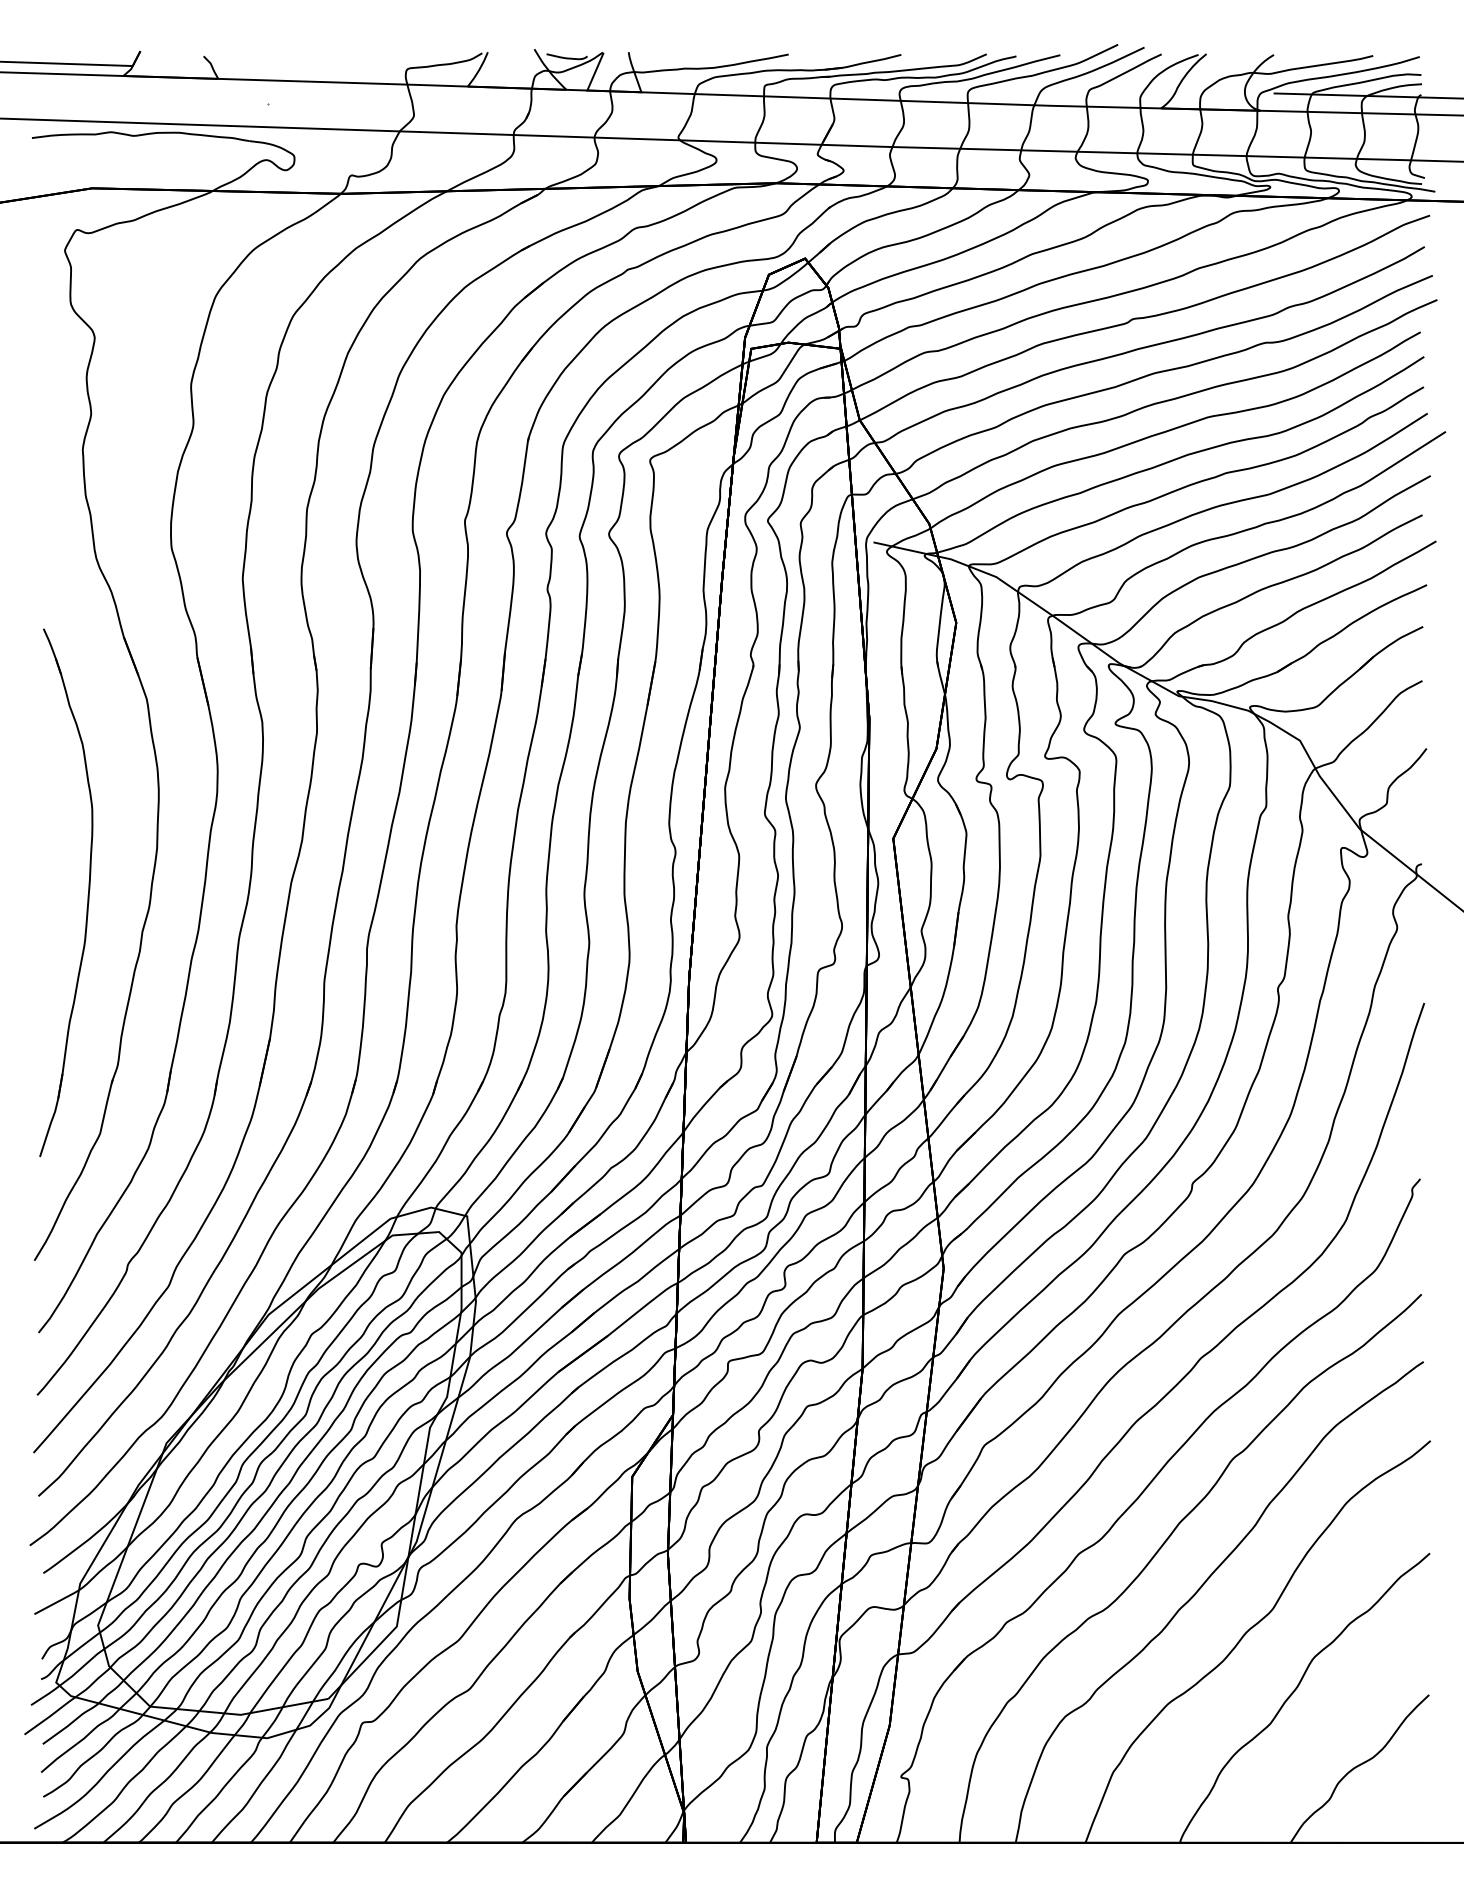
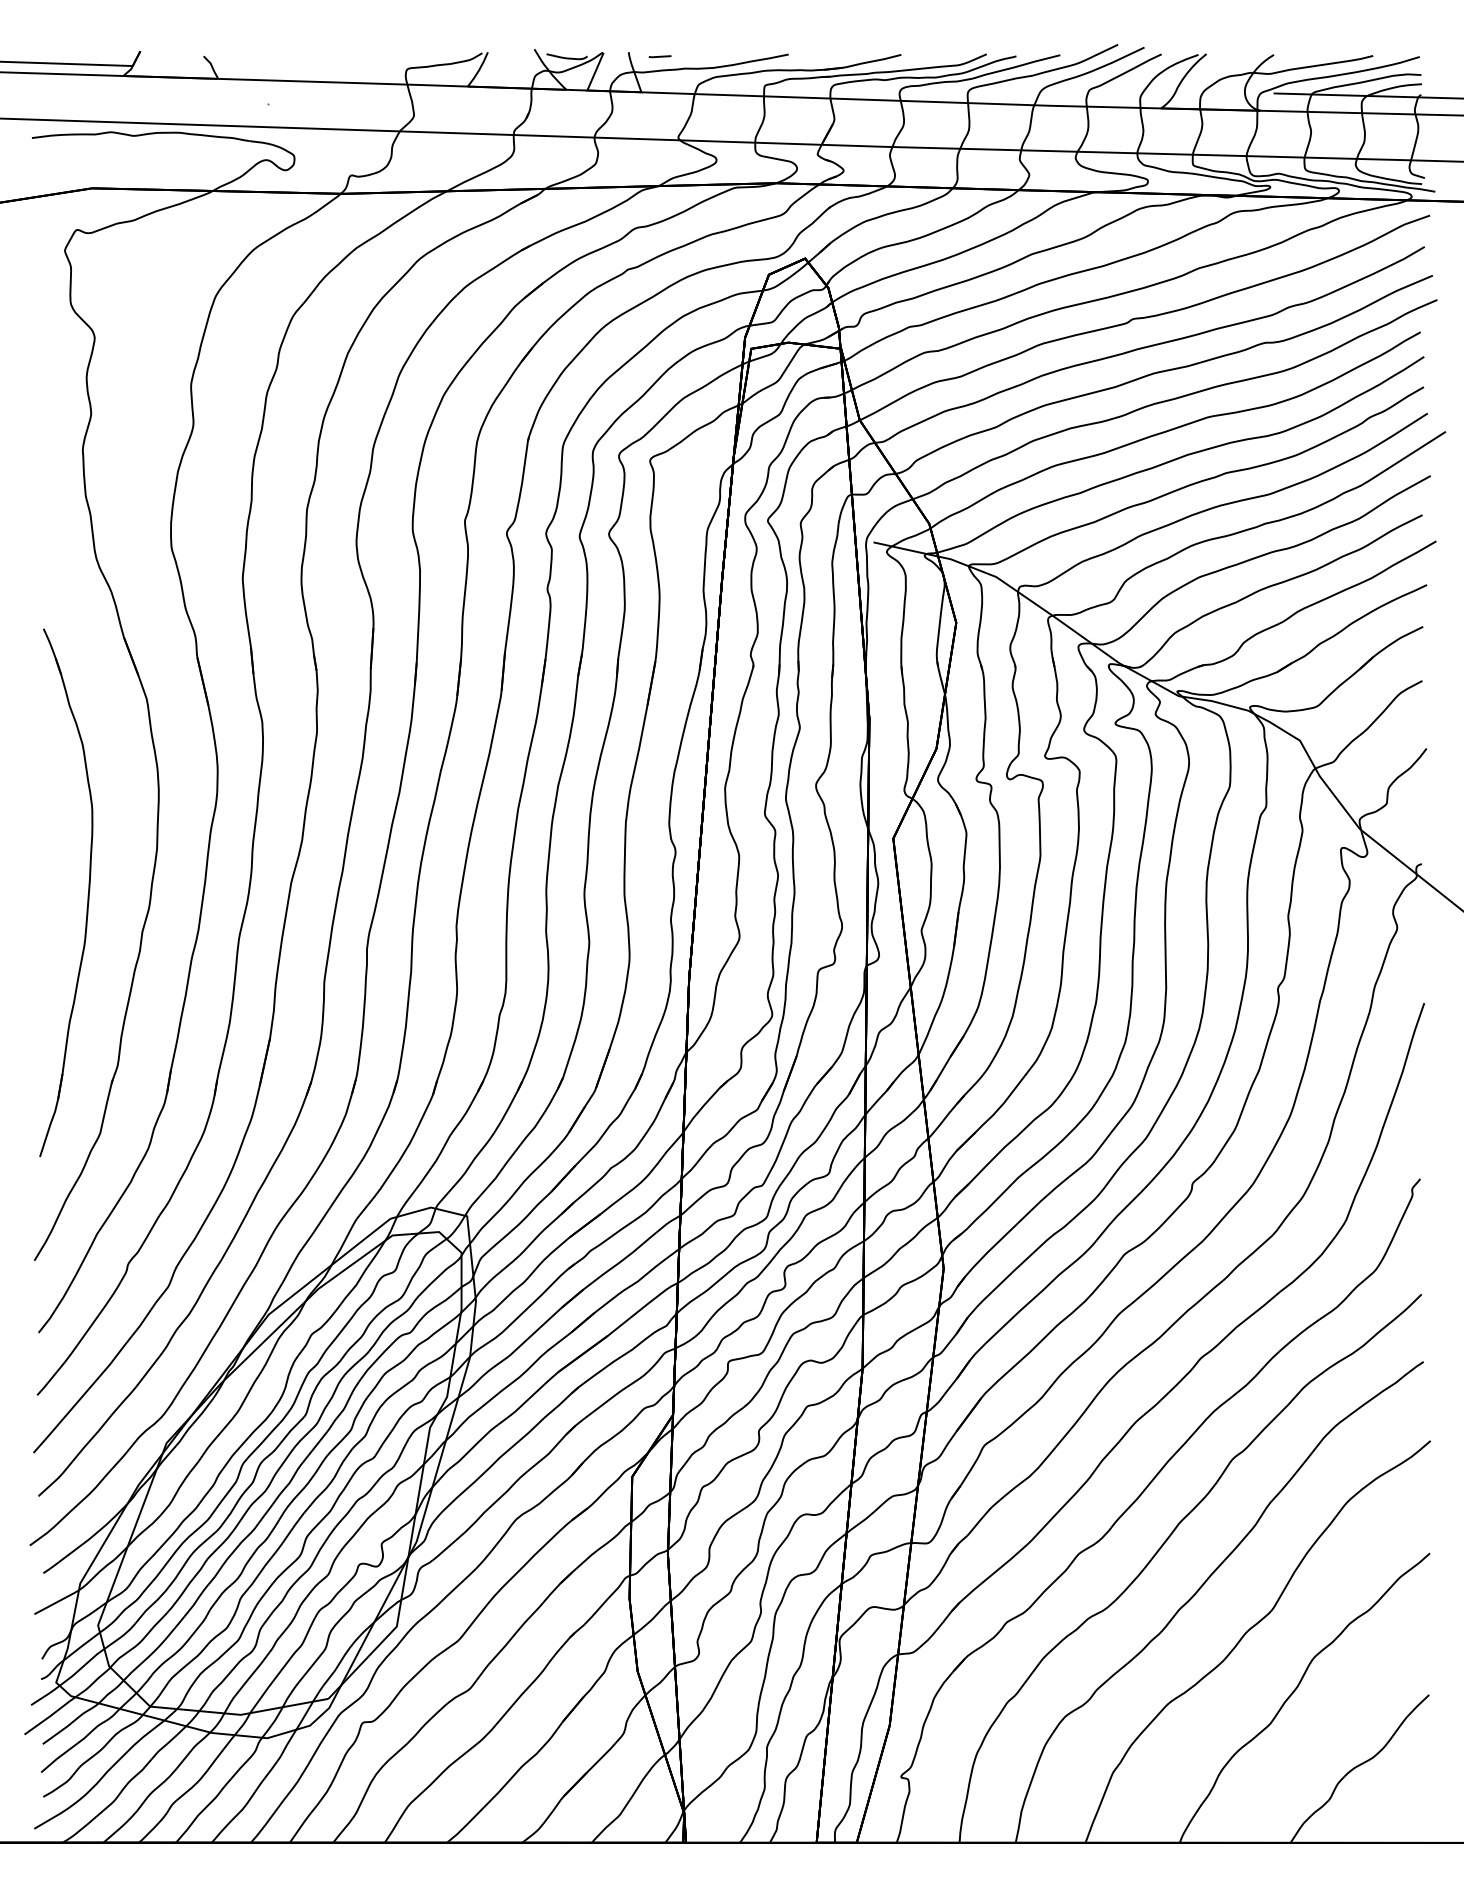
line at (659, 56): none -> present
